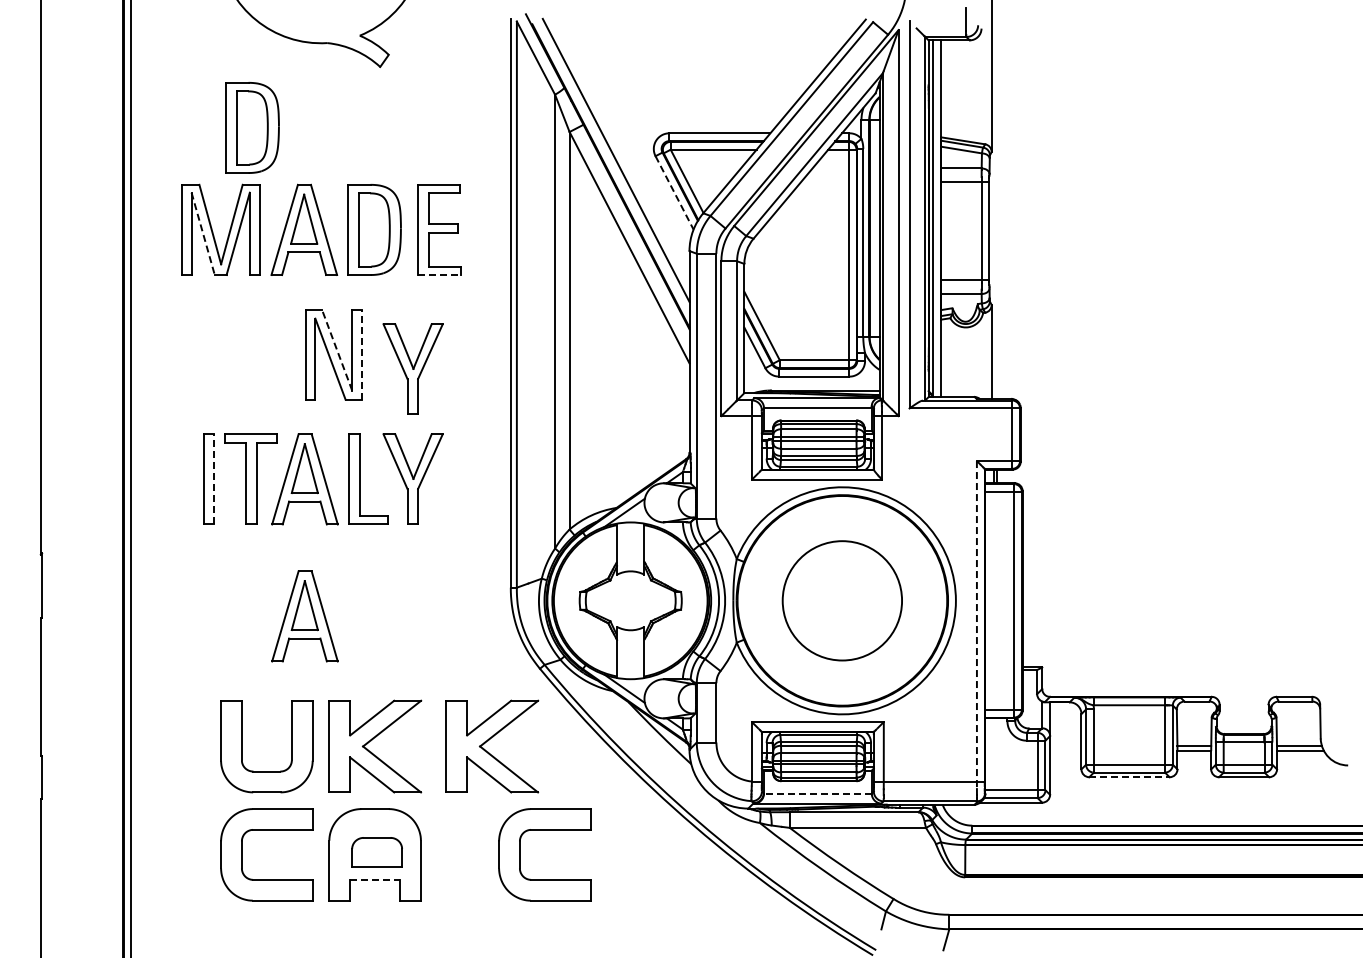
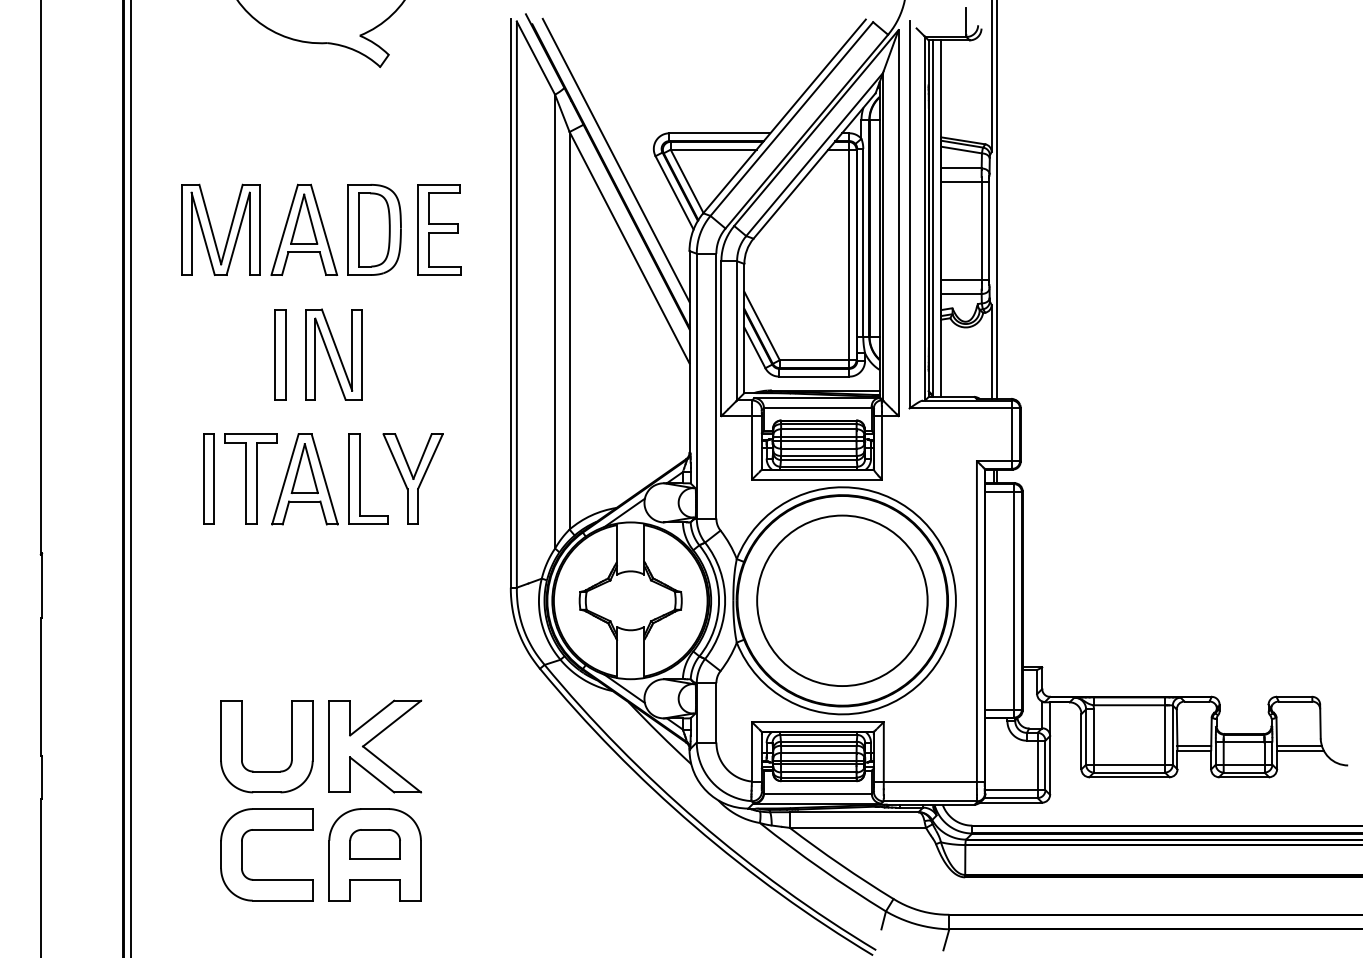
part at (252, 127): present -> none
line at (674, 193): dashed -> solid
line at (997, 200): none -> present
line at (203, 233): dashed -> solid
line at (439, 275): dashed -> solid
line at (336, 349): dashed -> solid
part at (280, 354): none -> present
line at (362, 354): dashed -> solid
part at (412, 368): present -> none
line at (214, 478): dashed -> solid
circle at (842, 600) diameter: 119 px -> 170 px
part at (304, 616): present -> none
line at (976, 625): dashed -> solid
part at (488, 741): present -> none
line at (1129, 777): dashed -> solid
line at (817, 793): dashed -> solid
part at (544, 830): present -> none
part at (376, 852) position: (376, 852) -> (374, 844)
line at (375, 879): dashed -> solid
